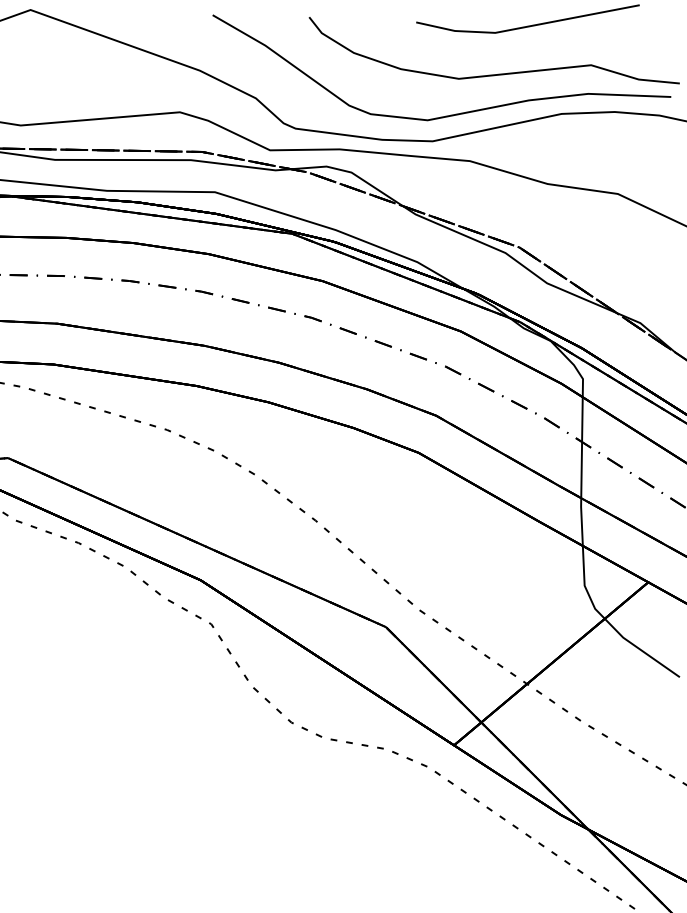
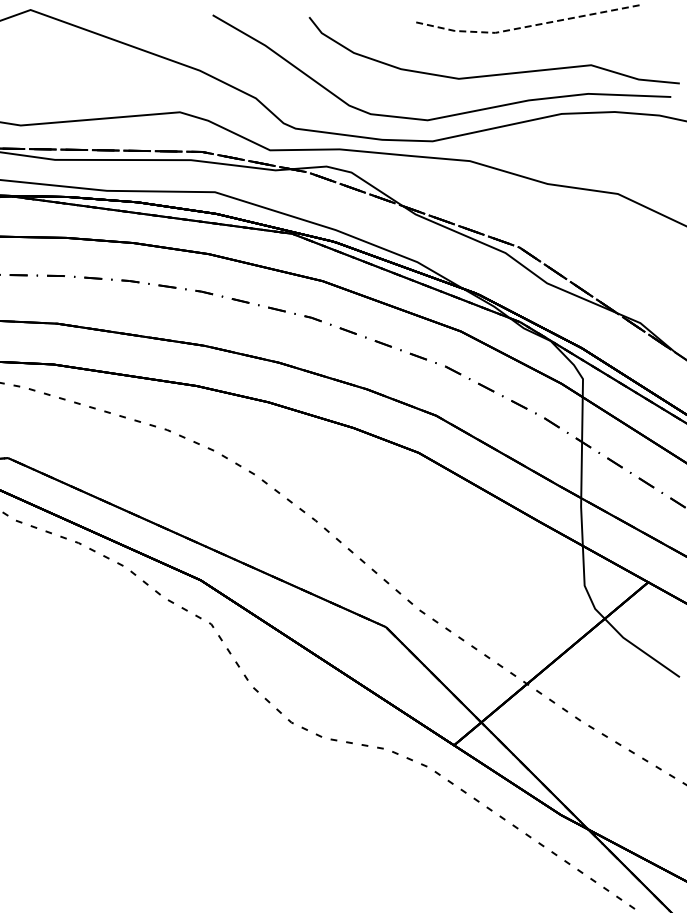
line at (527, 26): solid -> dashed
